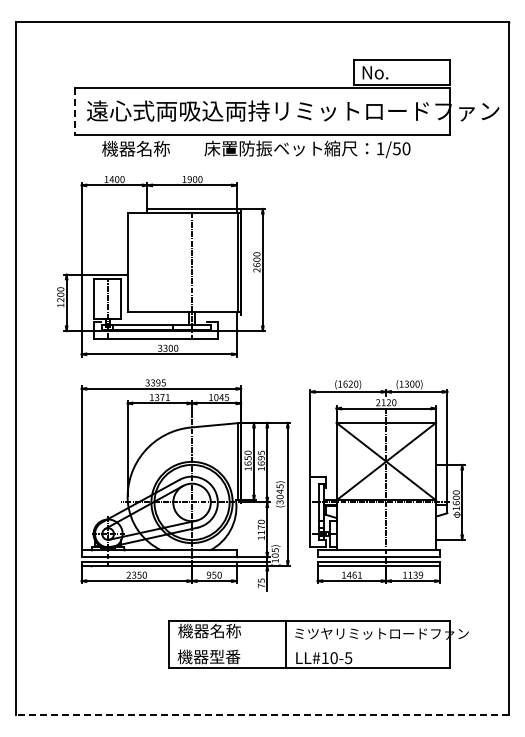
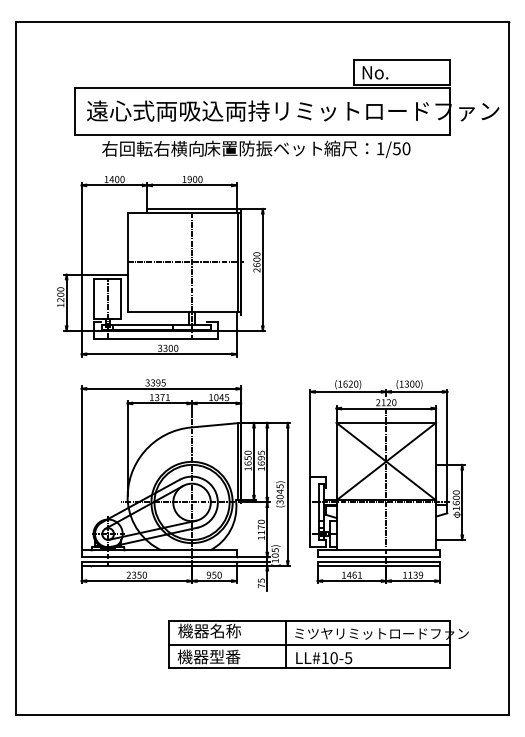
line at (74, 111): dashed -> solid
text at (152, 148): 機器名称 -> 右回転右横向
line at (185, 262): none -> present
line at (309, 644): none -> present
line at (262, 714): dashed -> solid
